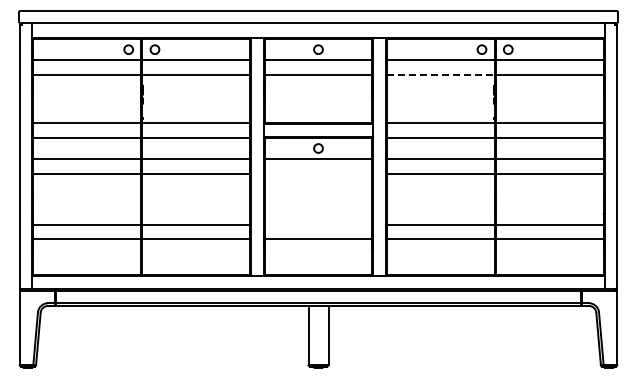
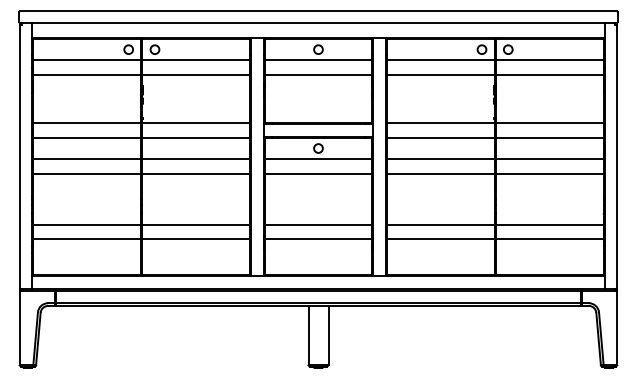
line at (441, 75): dashed -> solid
line at (318, 174): none -> present
line at (318, 224): none -> present
